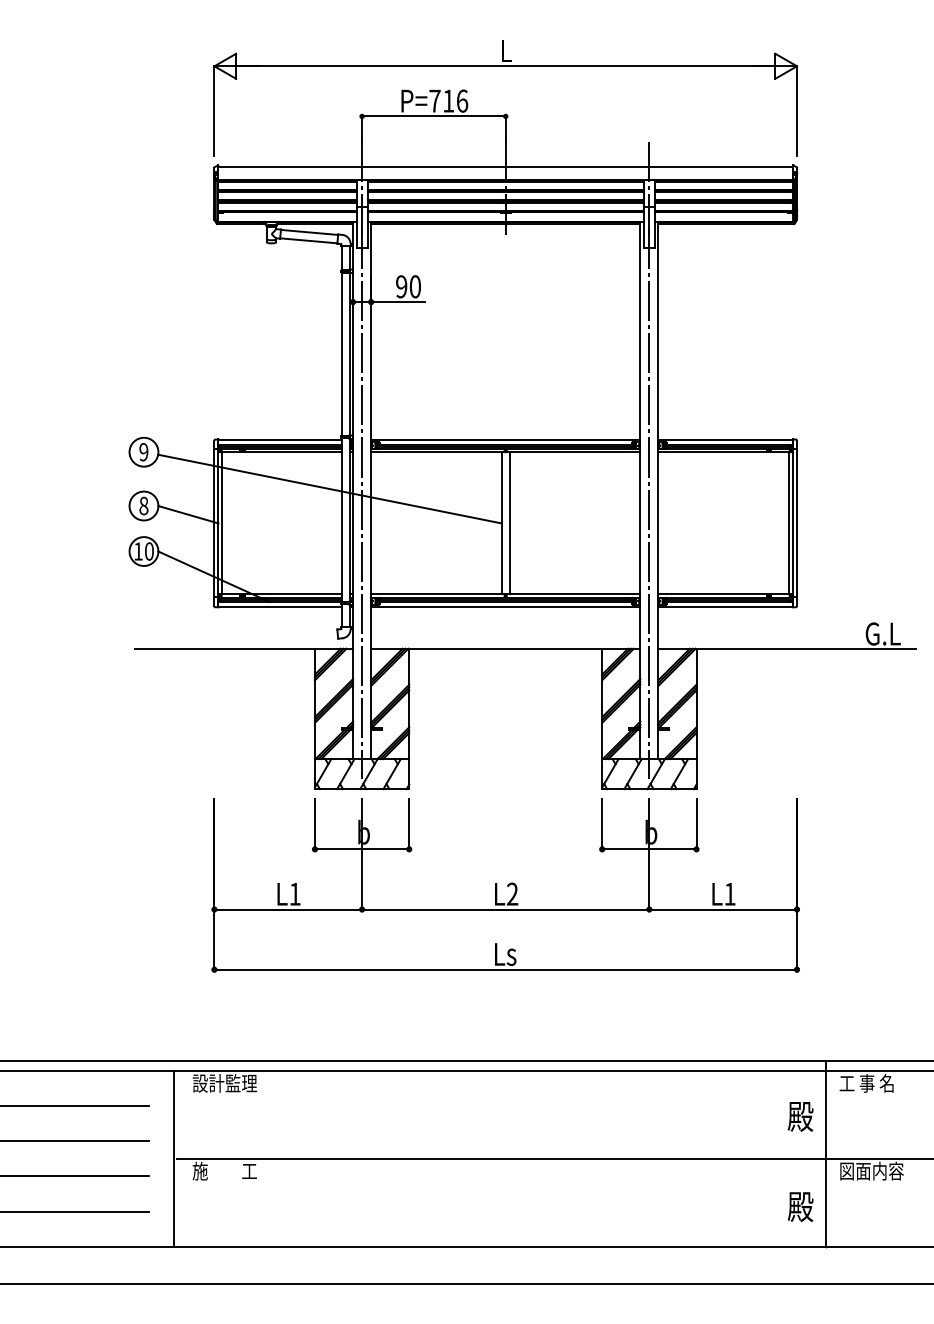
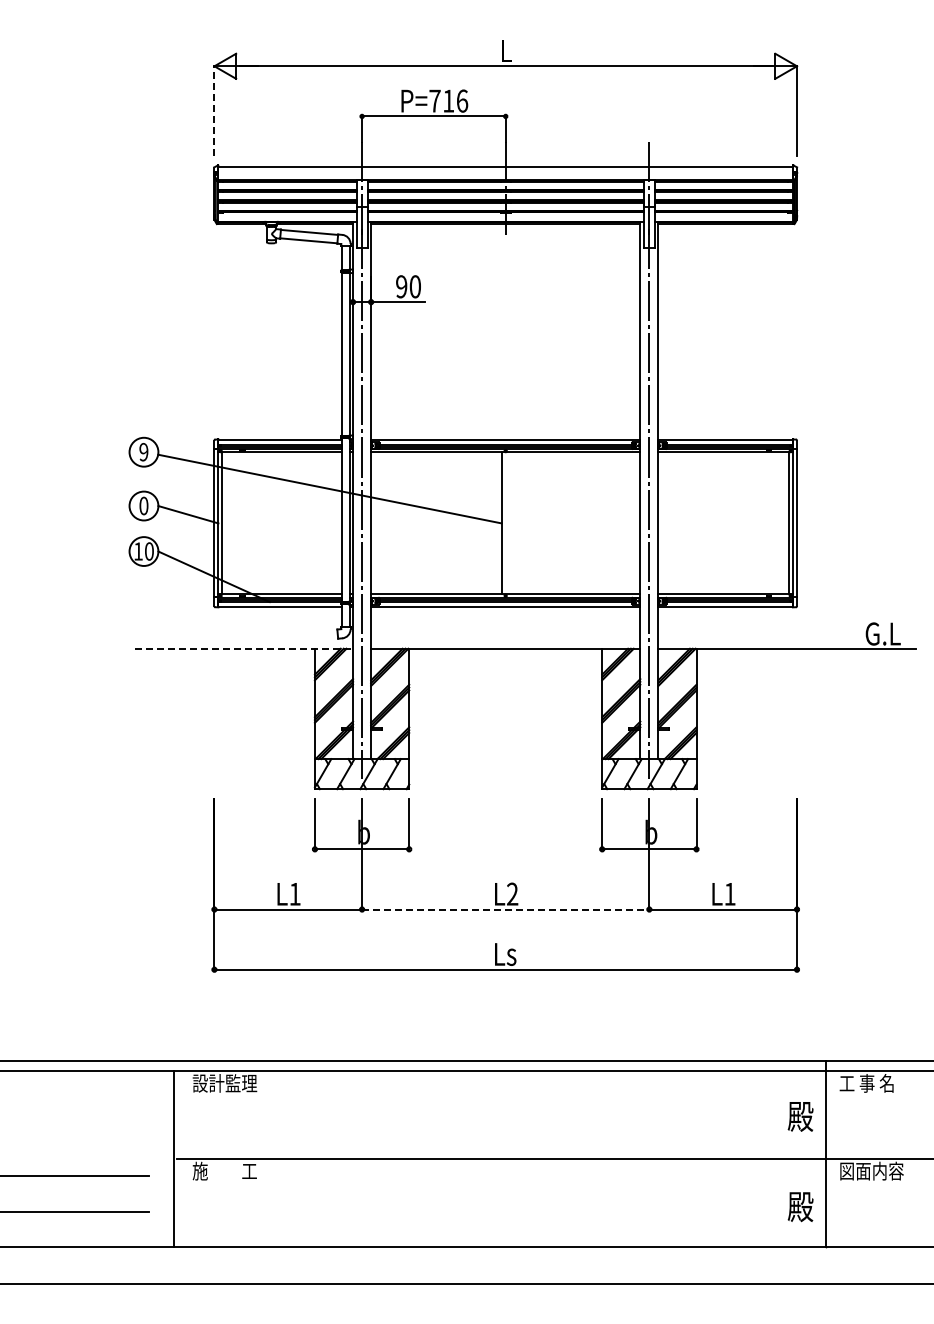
line at (214, 110): solid -> dashed
text at (143, 505): 8 -> 0
line at (509, 523): present -> none
line at (244, 648): solid -> dashed
line at (505, 909): solid -> dashed
line at (75, 1106): present -> none
line at (75, 1141): present -> none
